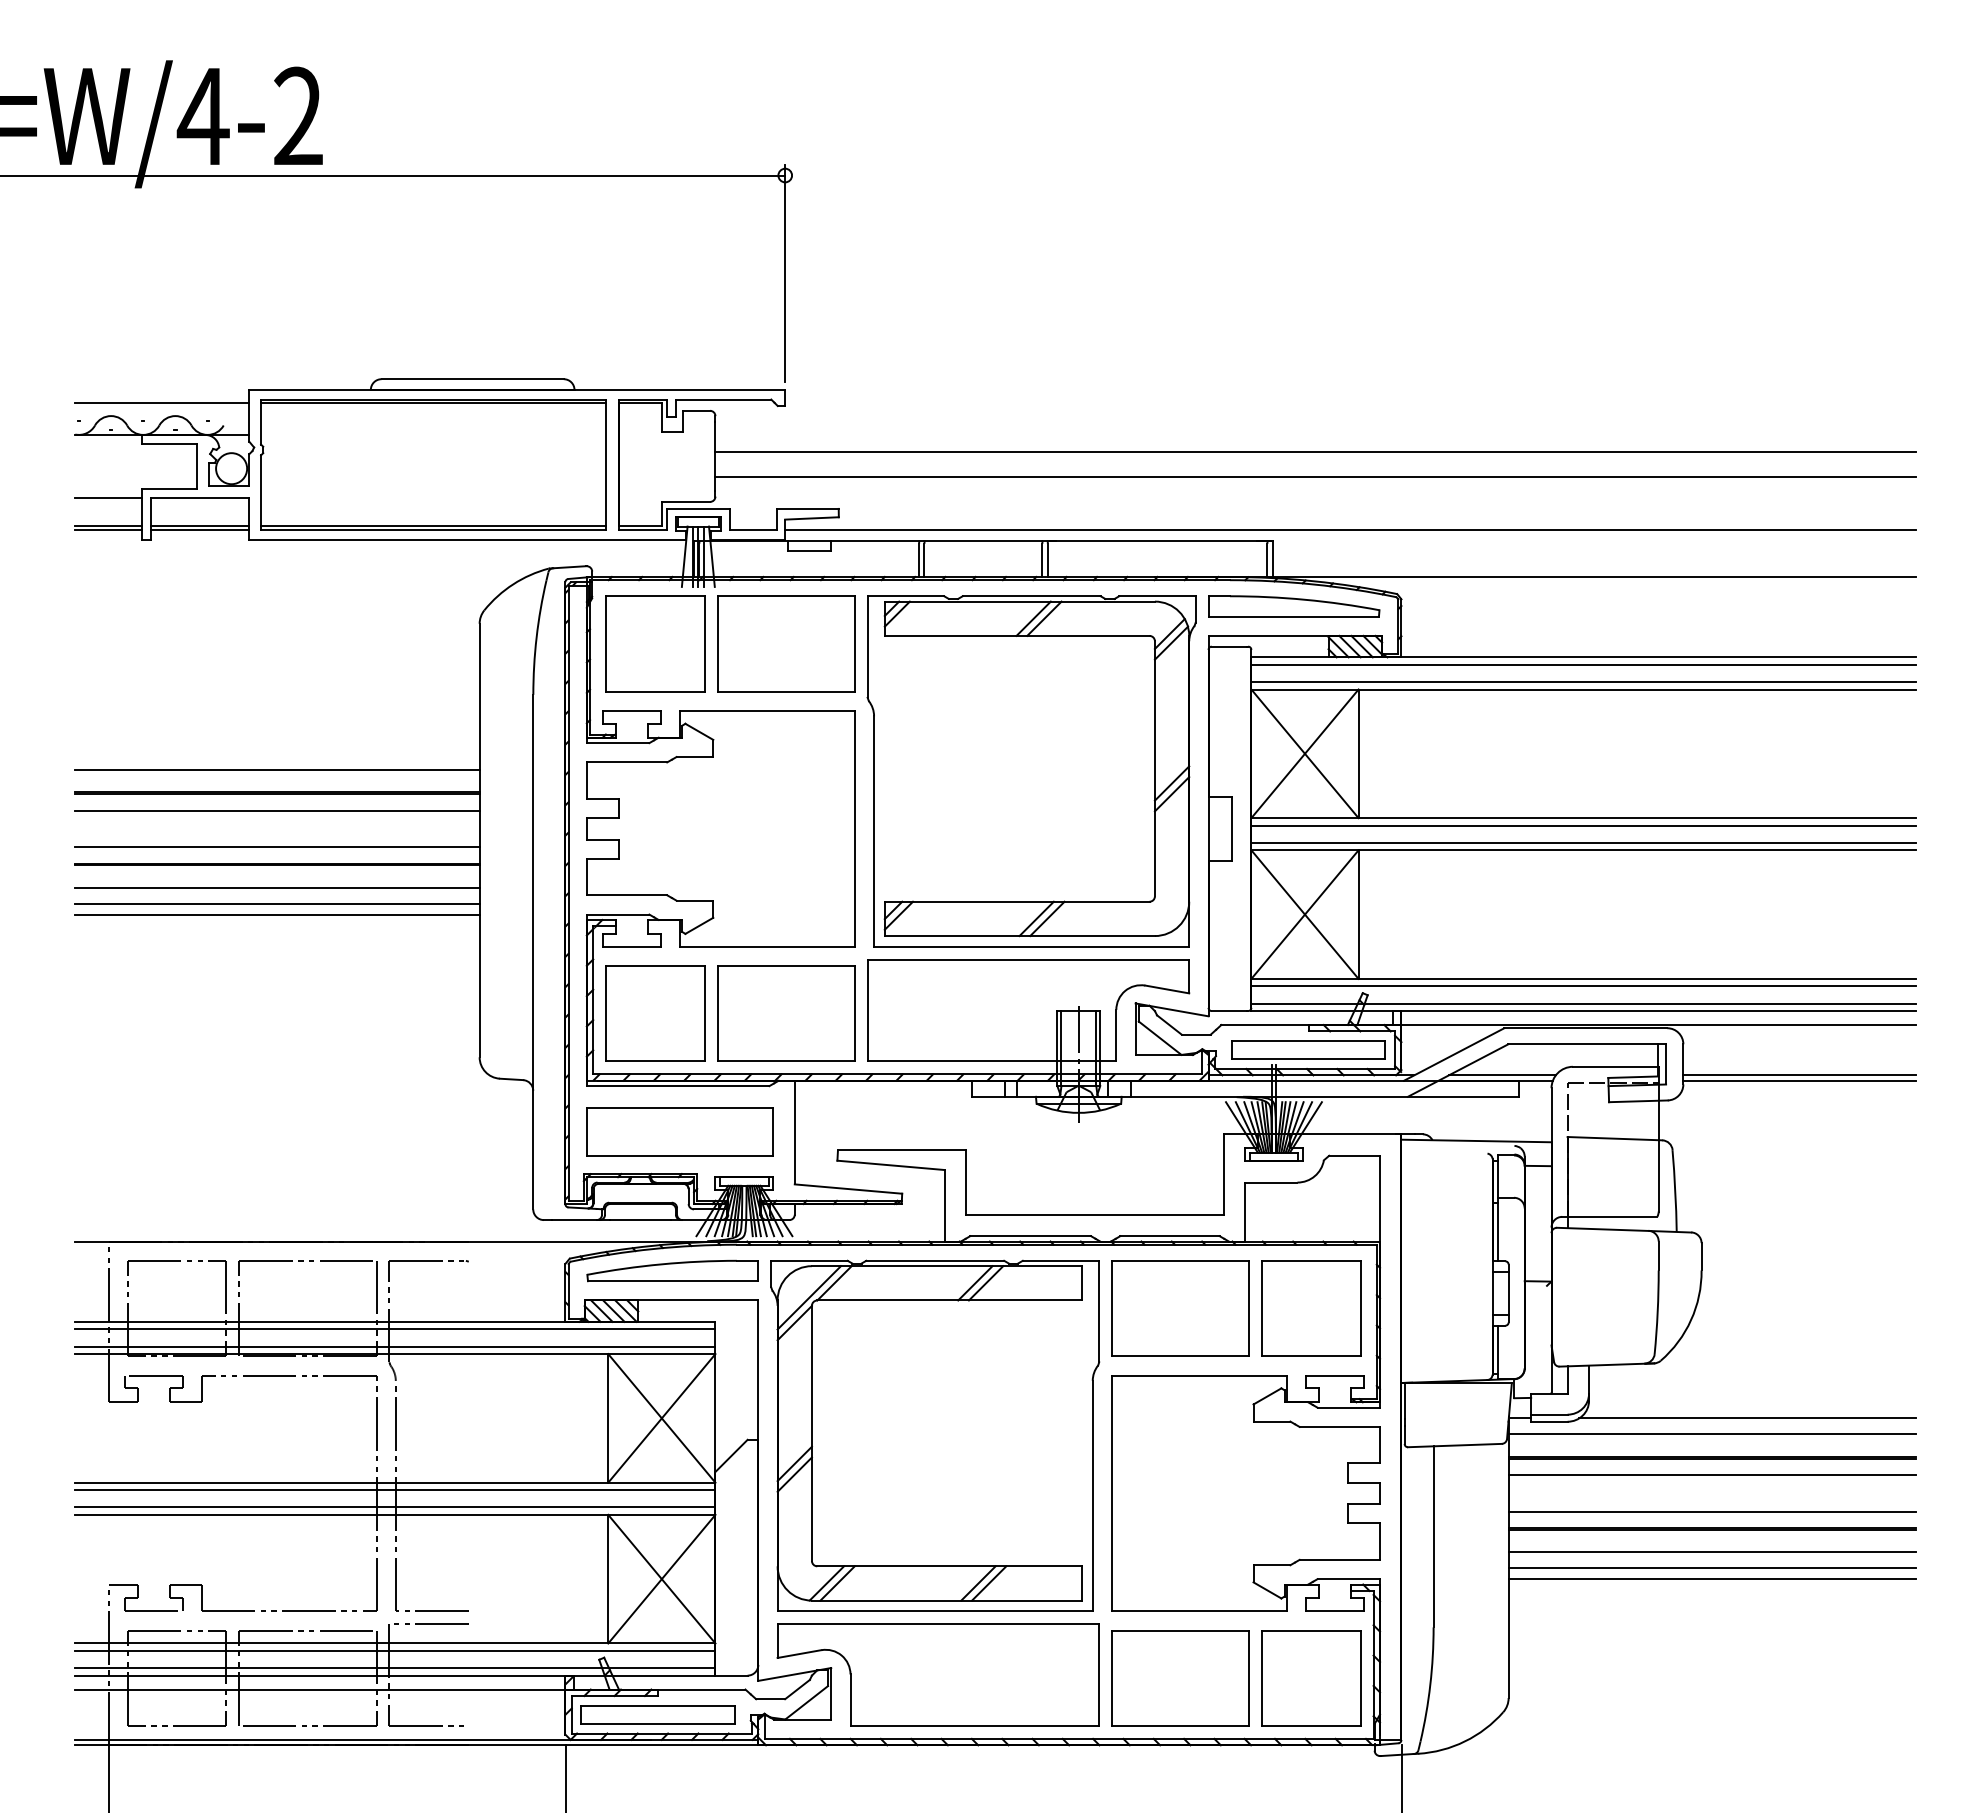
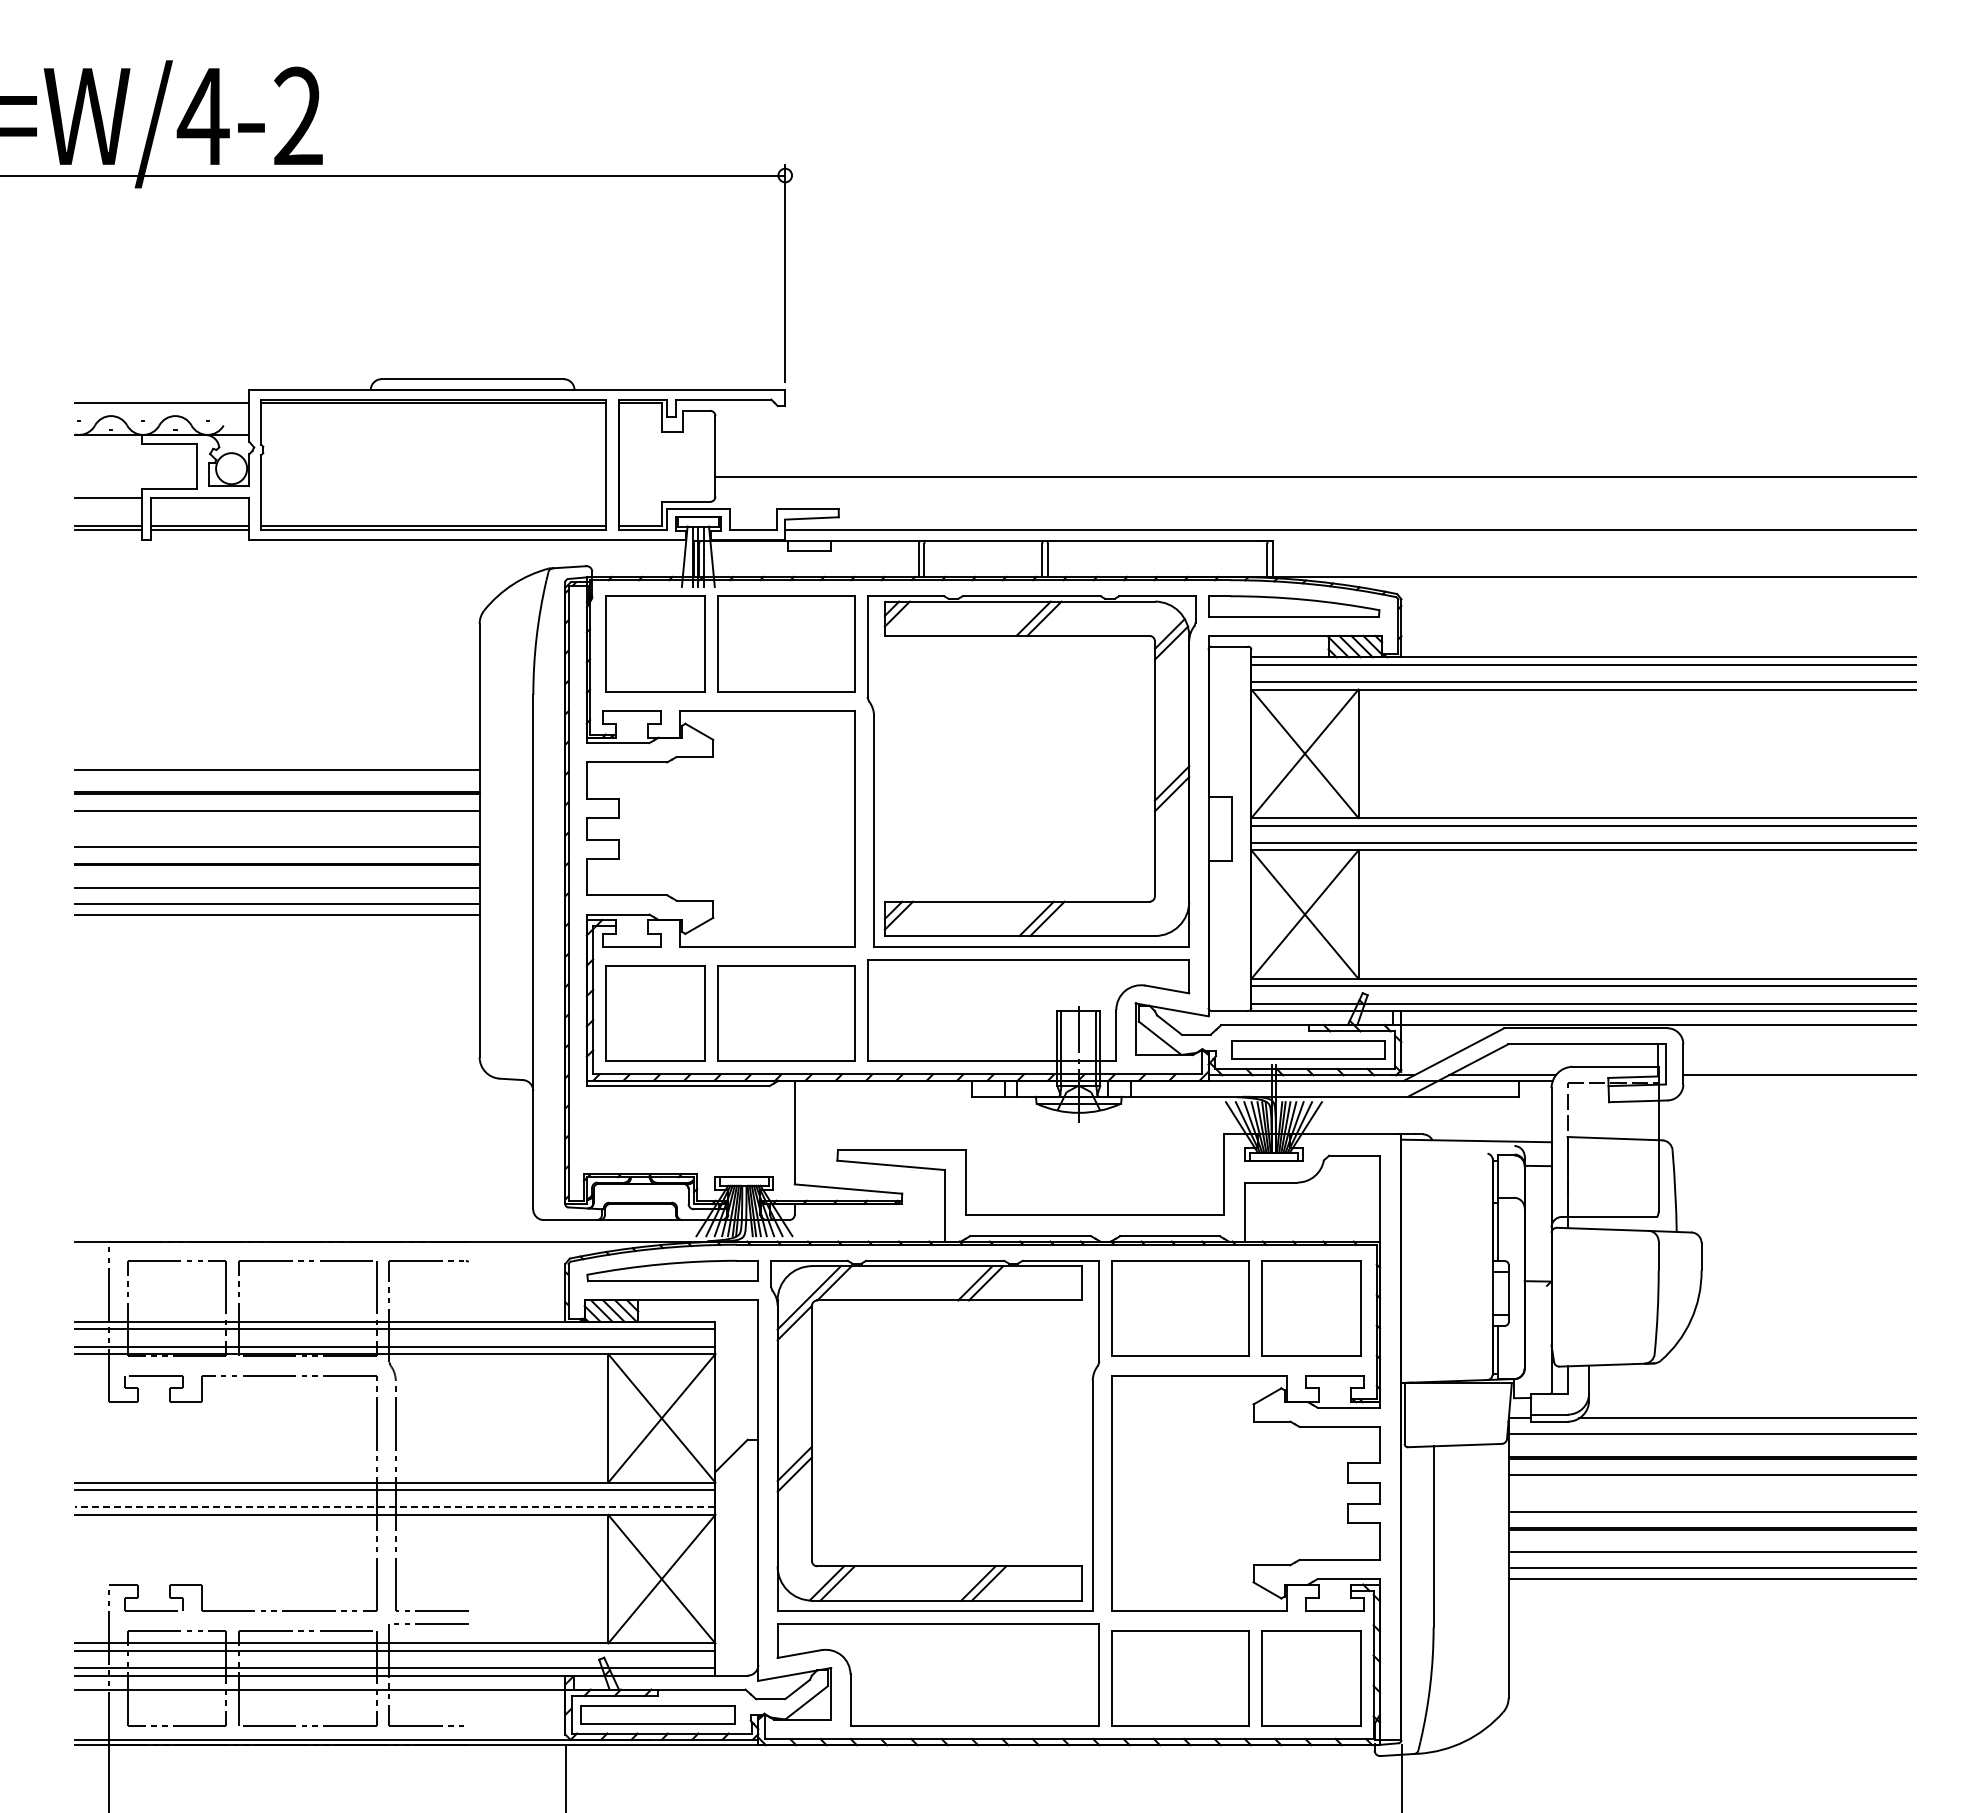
line at (1315, 451): present -> none
line at (1799, 1080): present -> none
part at (679, 1131): present -> none
line at (394, 1507): solid -> dashed
